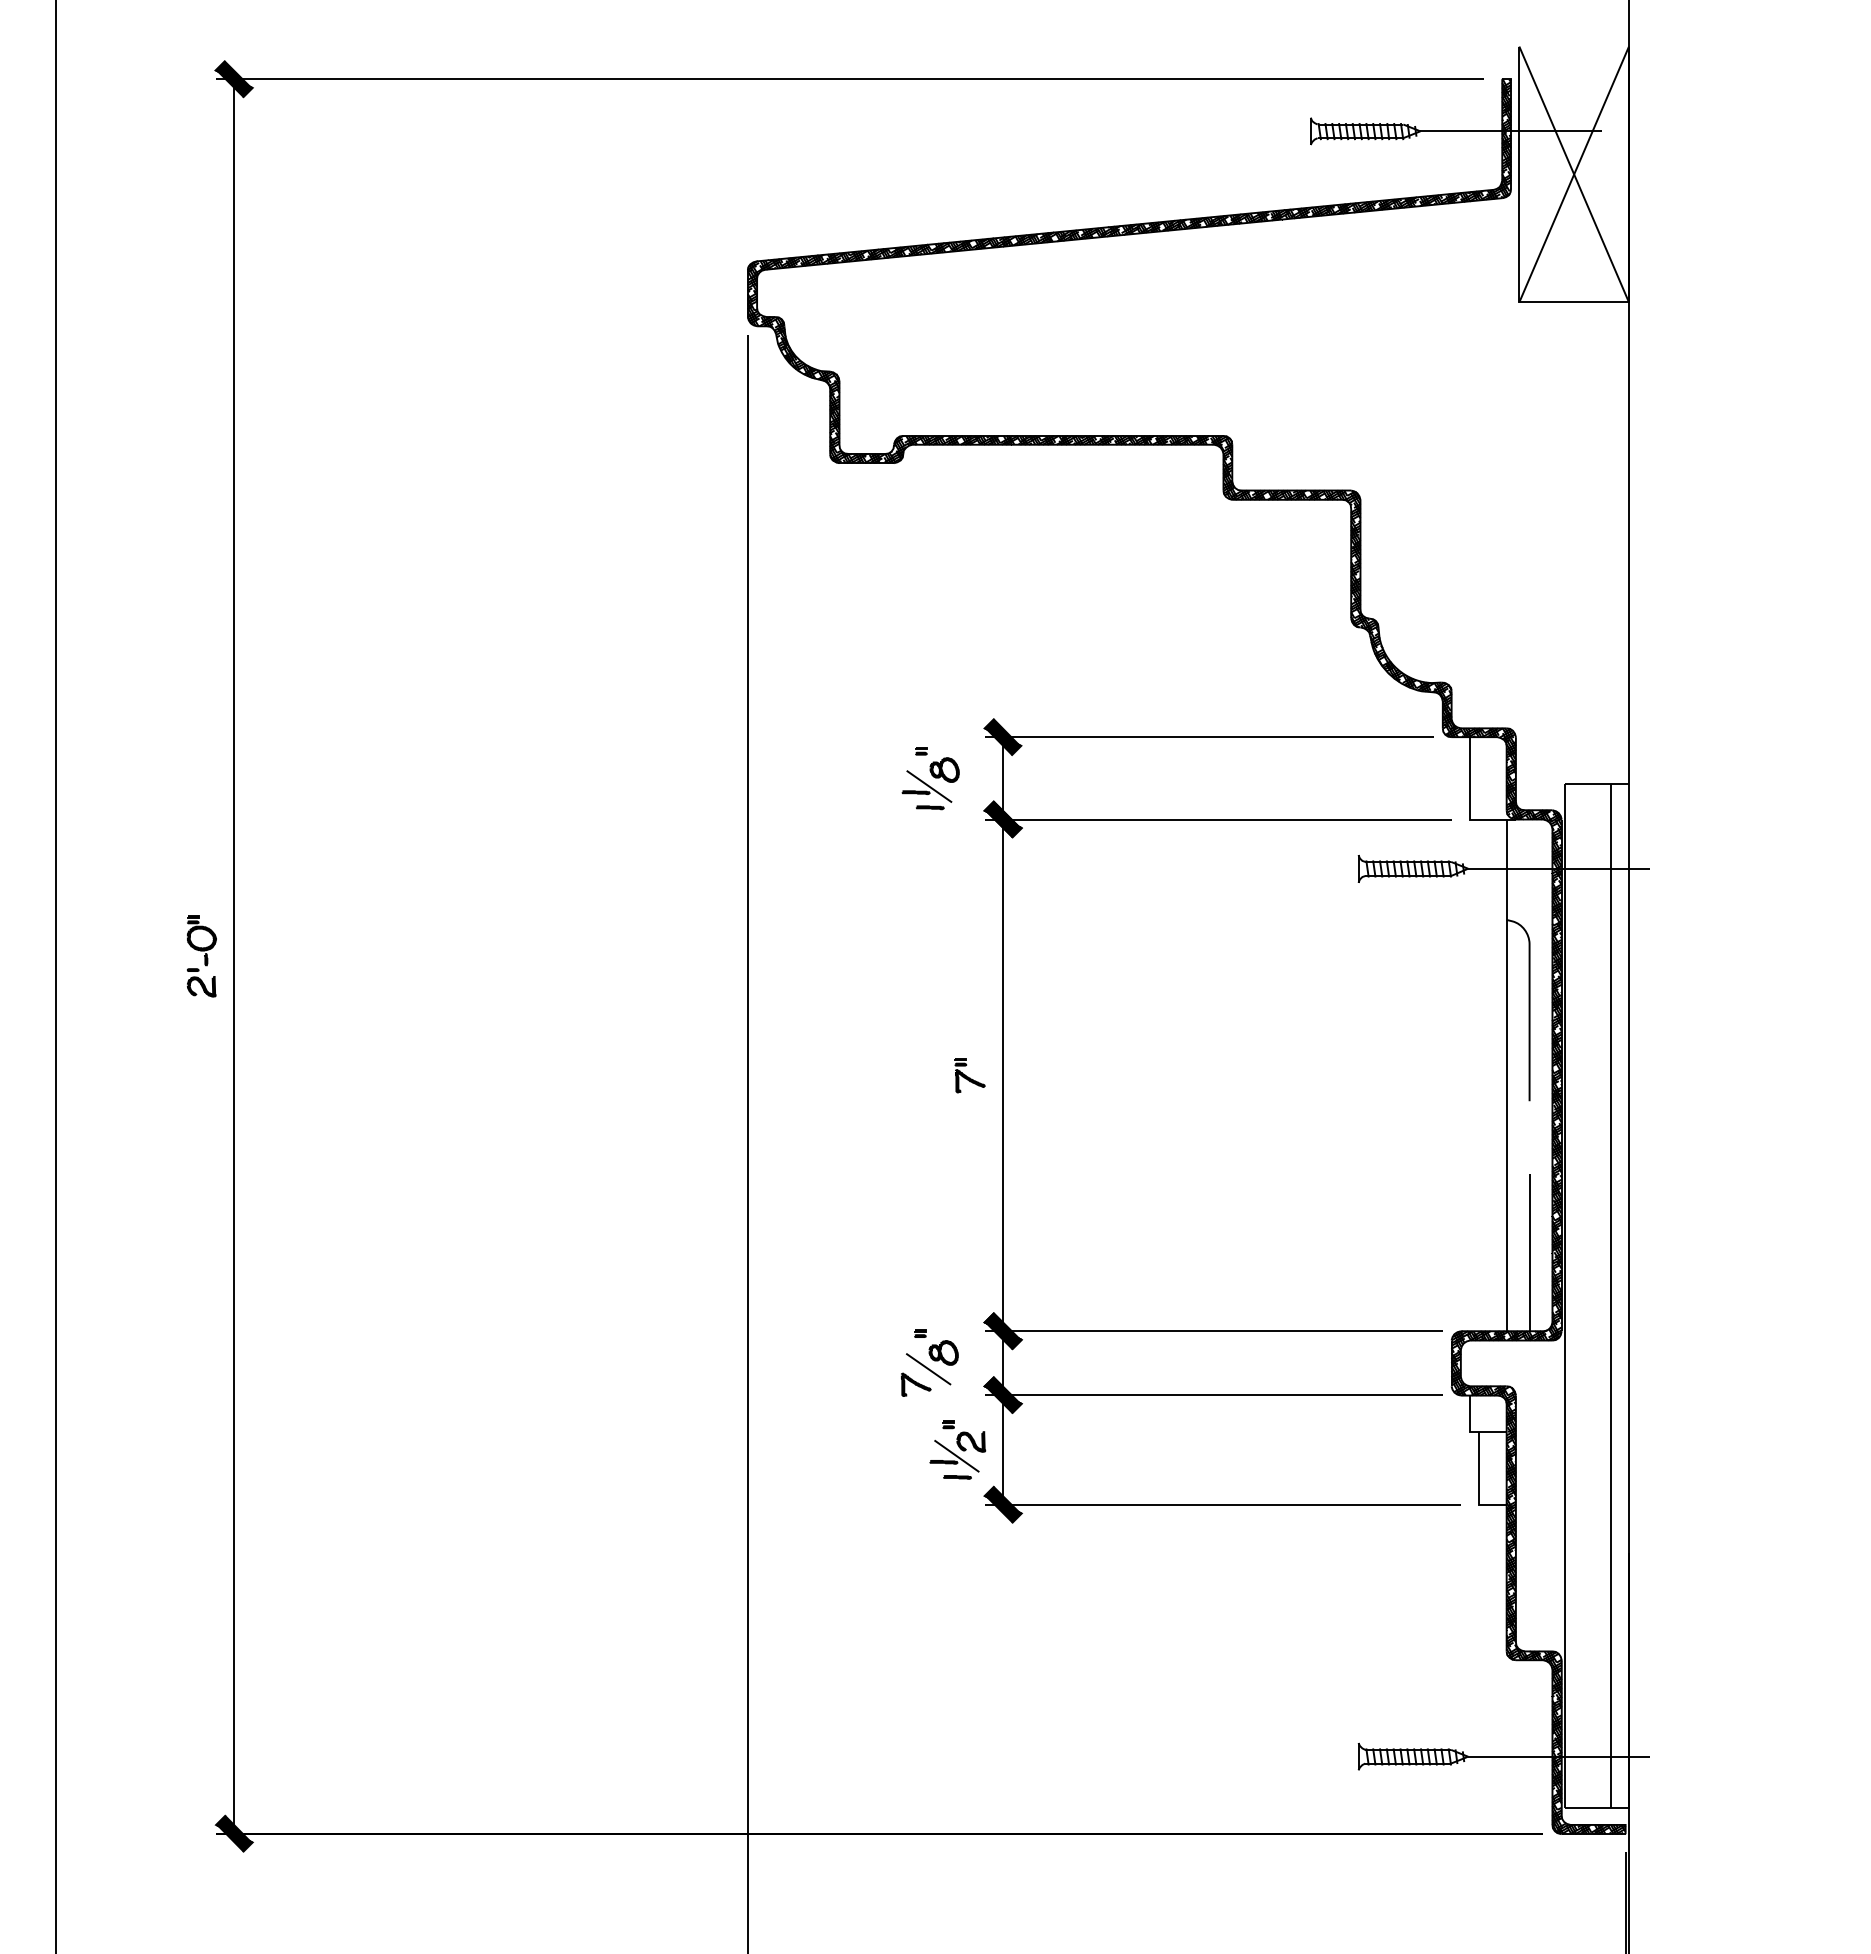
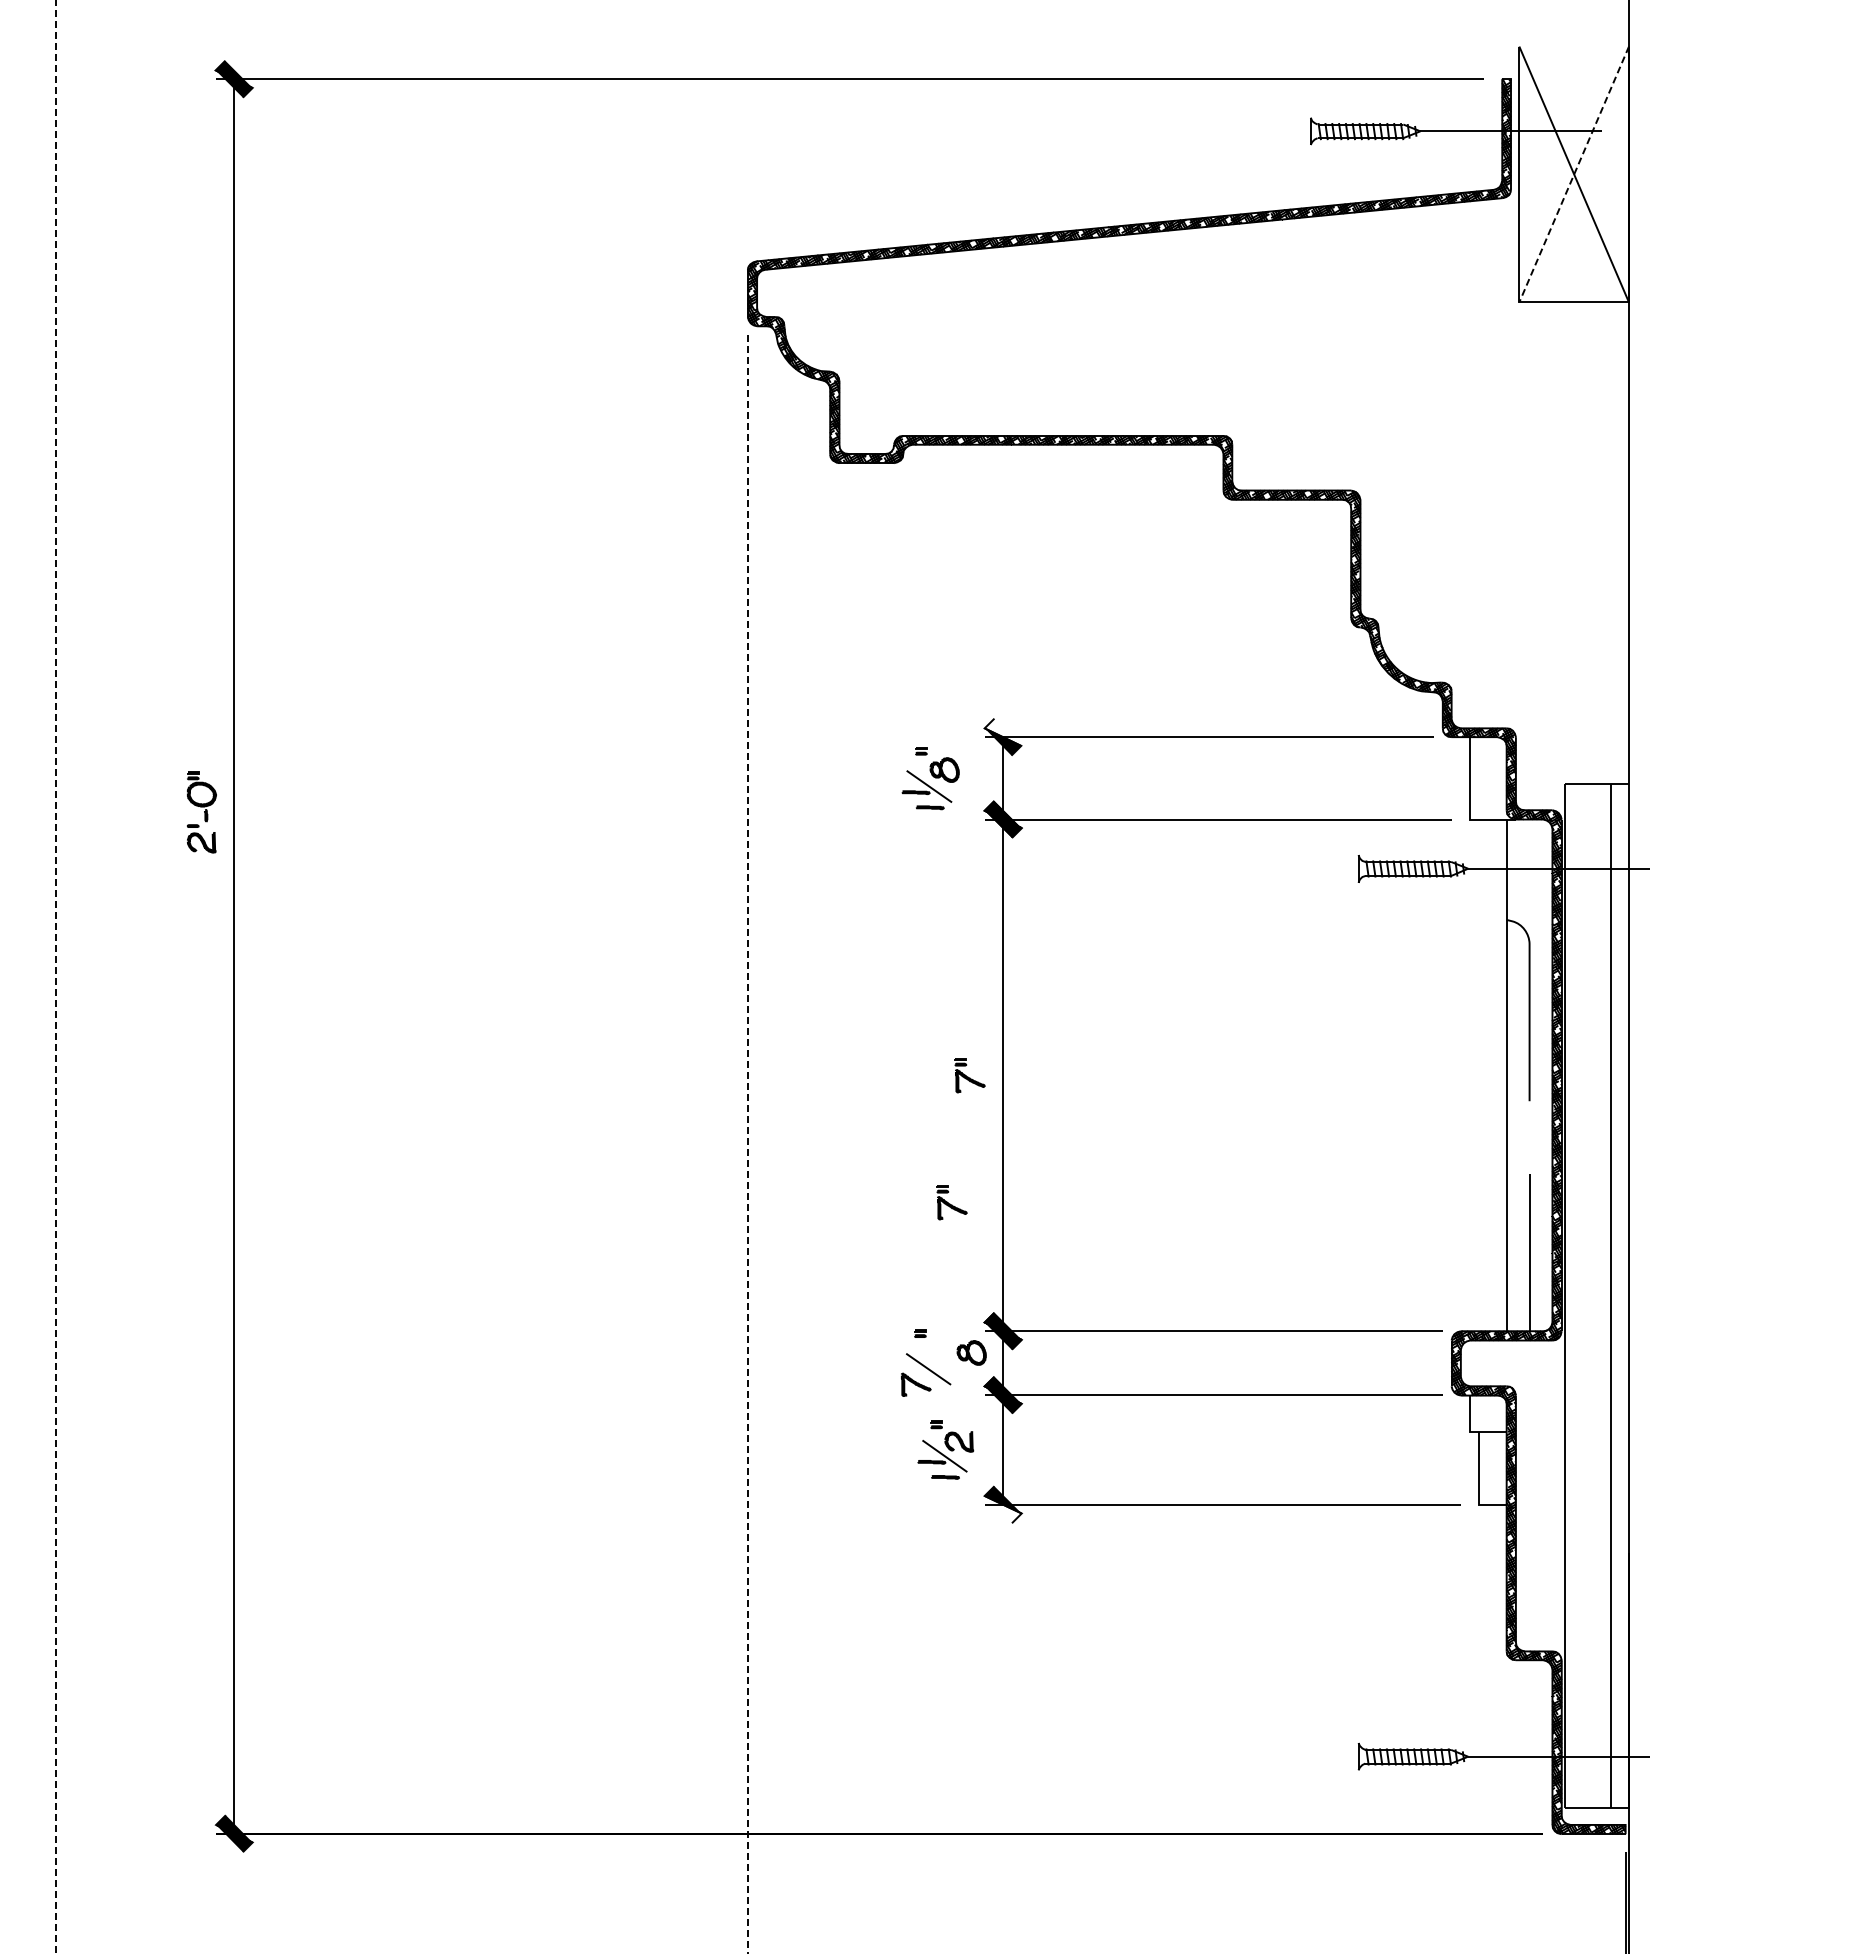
line at (1573, 174): solid -> dashed
fill at (1002, 731): present -> none
part at (201, 956) position: (201, 956) -> (201, 812)
line at (56, 976): solid -> dashed
line at (748, 1144): solid -> dashed
part at (951, 1202): none -> present
part at (943, 1352) position: (943, 1352) -> (971, 1352)
part at (957, 1449) position: (957, 1449) -> (945, 1449)
fill at (1002, 1509): present -> none
